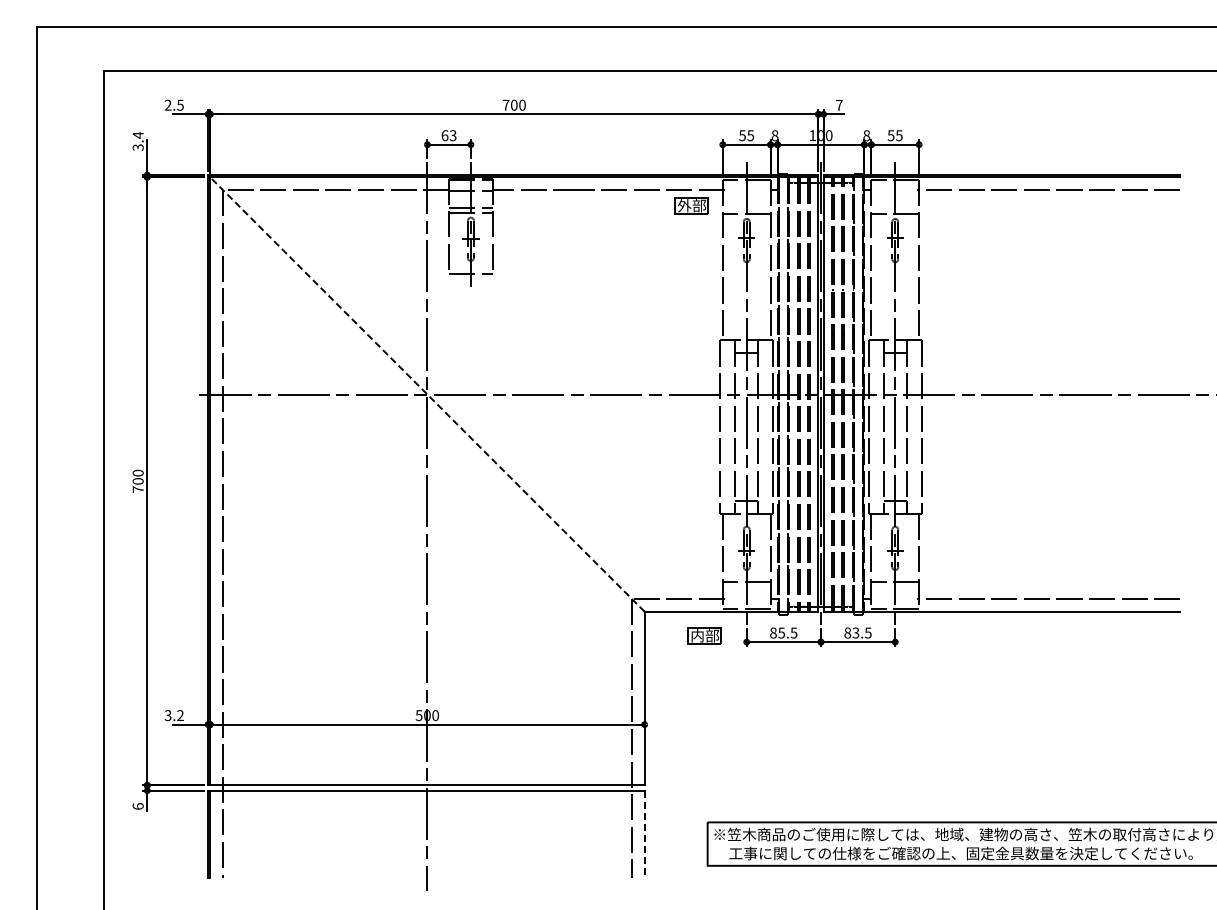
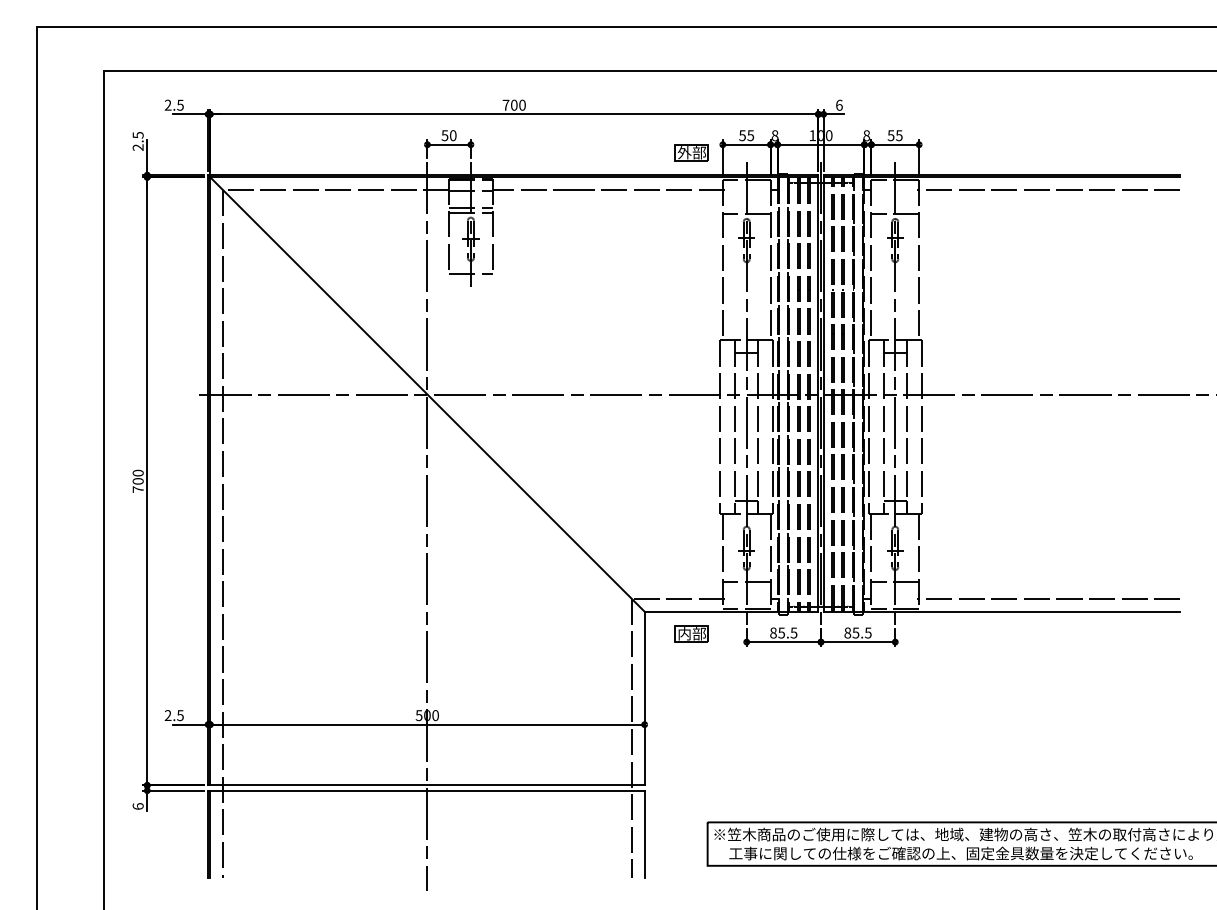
text at (839, 104): 7 -> 6
text at (448, 135): 63 -> 50
text at (137, 140): 3.4 -> 2.5
part at (691, 205) position: (691, 205) -> (691, 152)
line at (426, 393): dashed -> solid
text at (856, 632): 83.5 -> 85.5
part at (704, 635) position: (704, 635) -> (691, 633)
text at (173, 715): 3.2 -> 2.5
line at (644, 834): dashed -> solid
